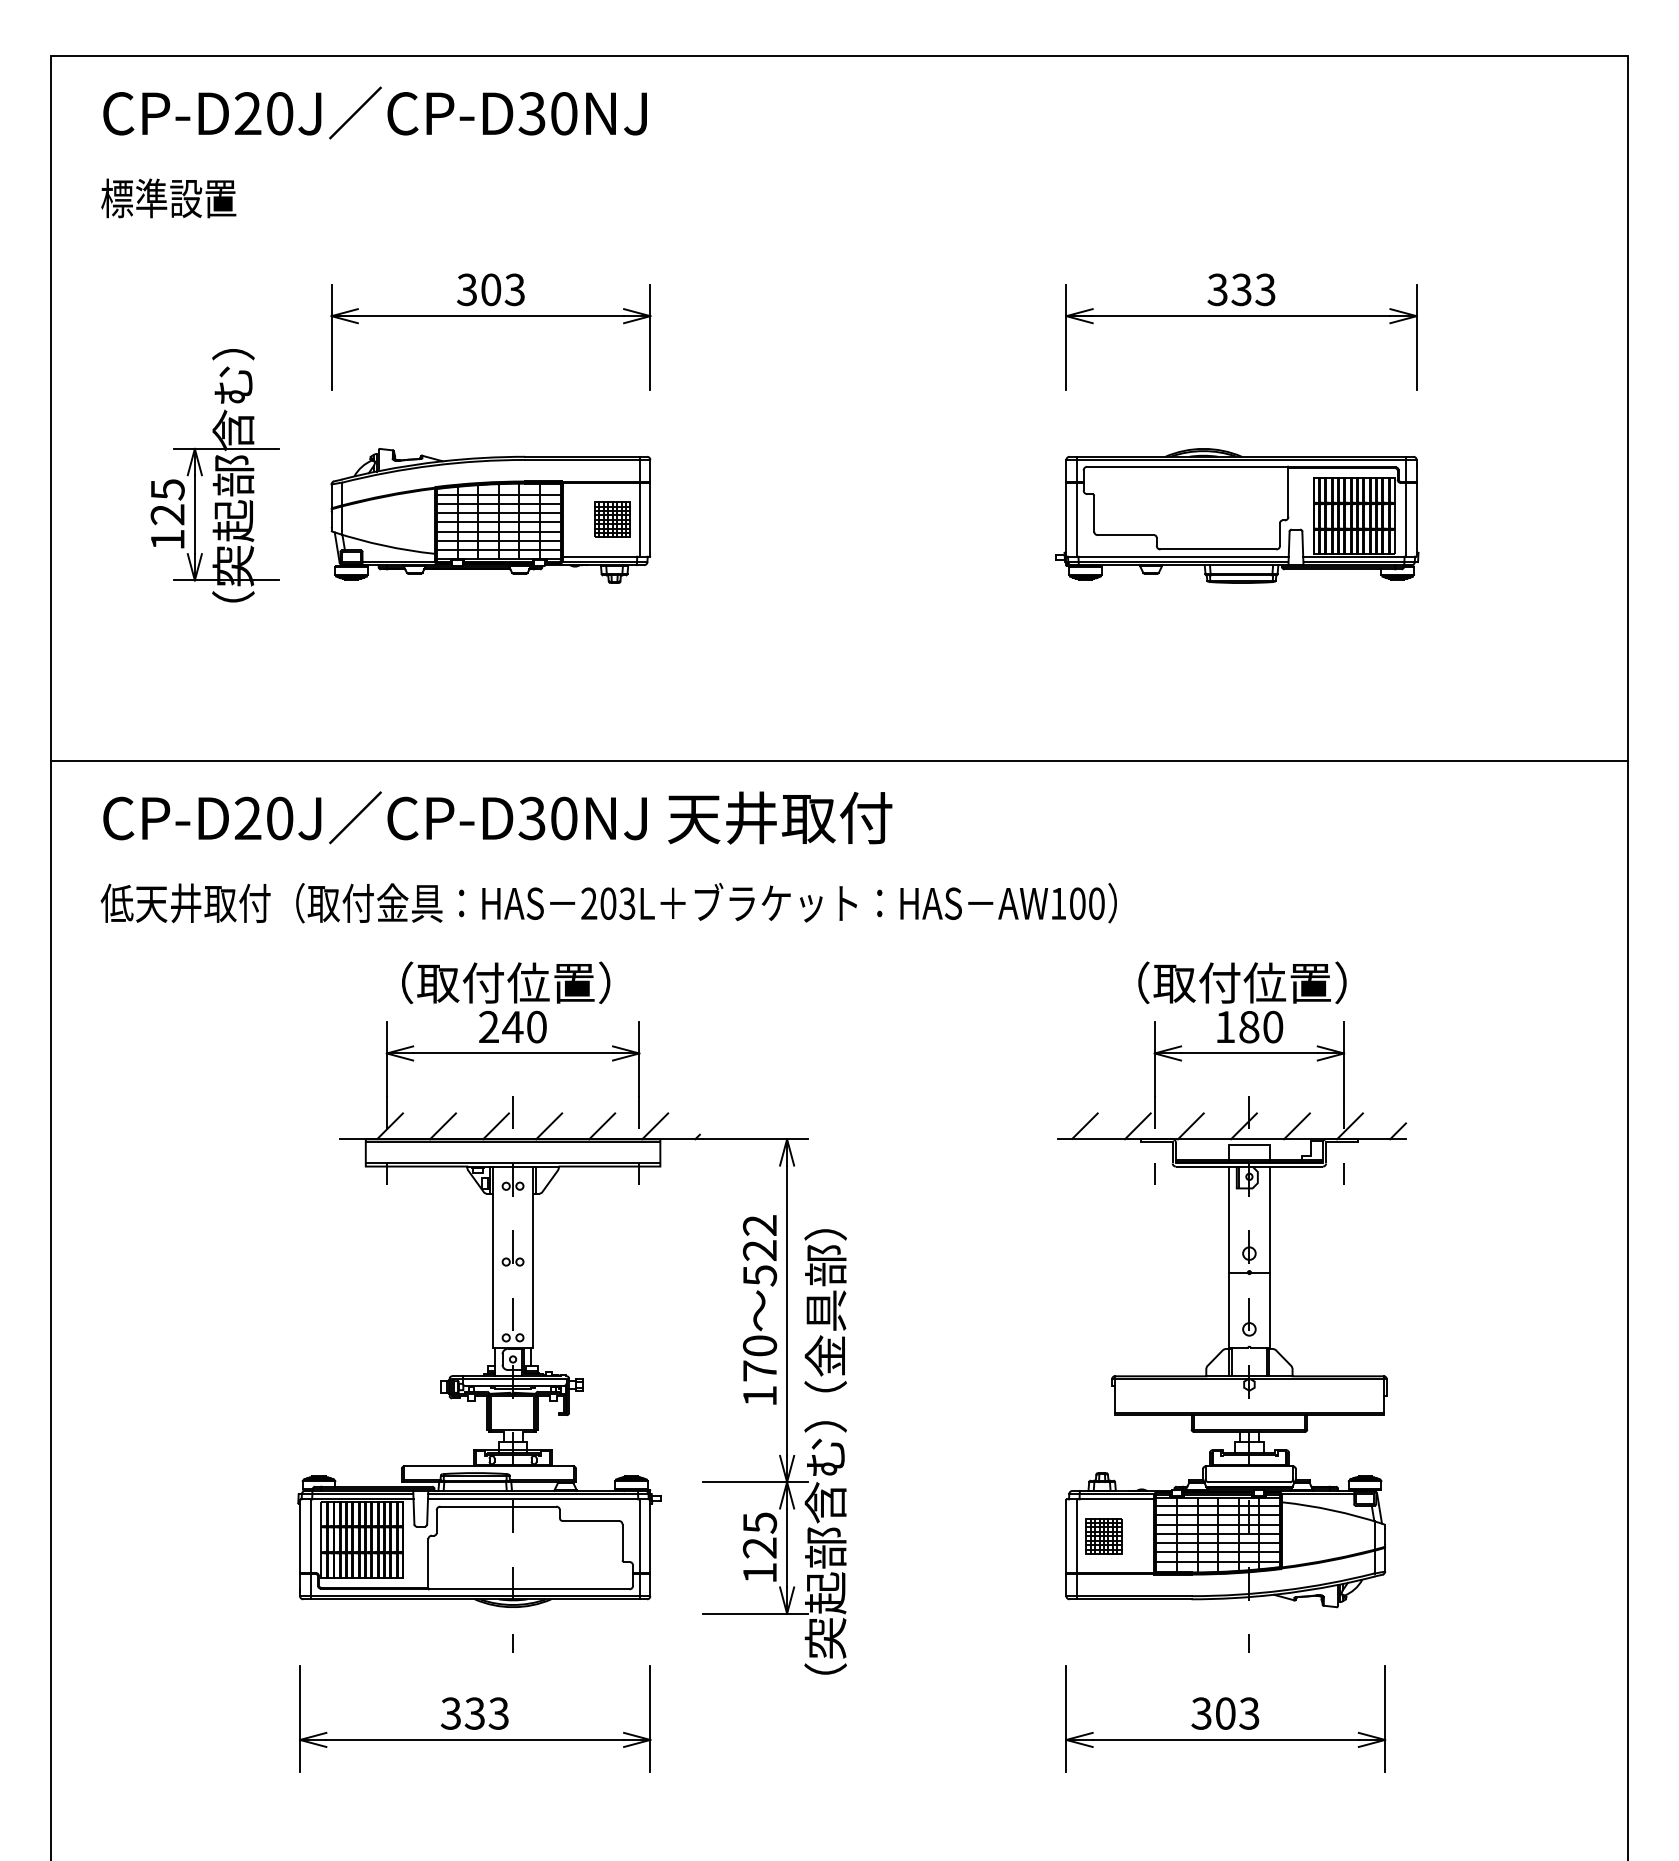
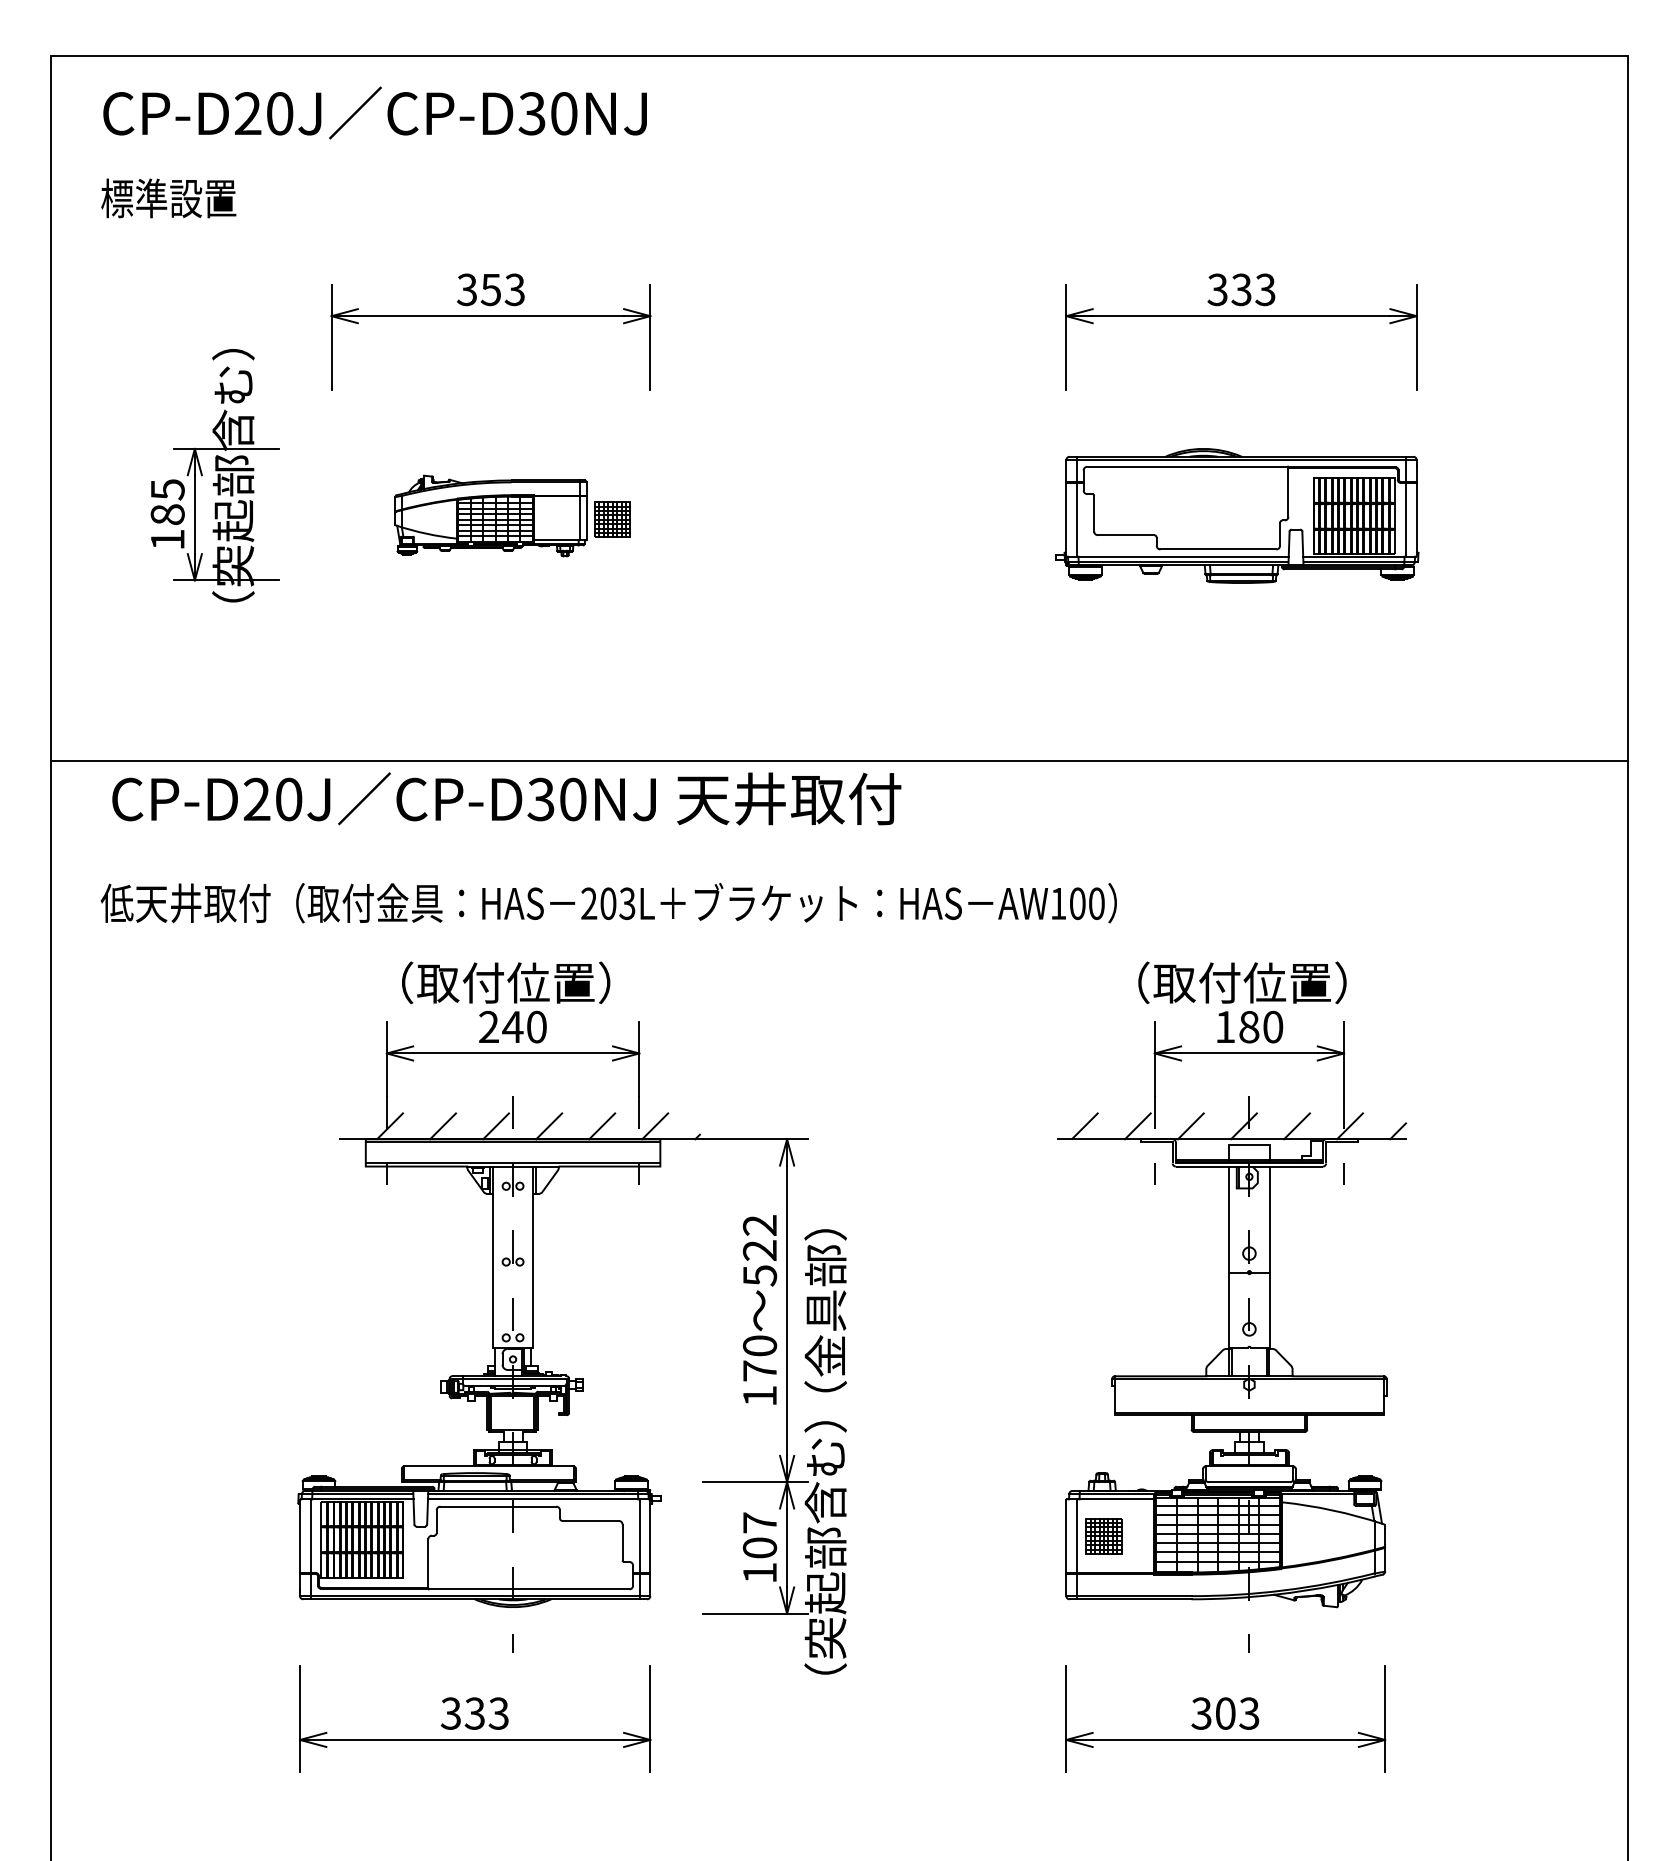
text at (490, 289): 303 -> 353
text at (167, 514): 125 -> 185
part at (490, 515) size: 322x136 px -> 194x84 px
text at (497, 817) position: (497, 817) -> (506, 798)
text at (760, 1535): 125 -> 107
